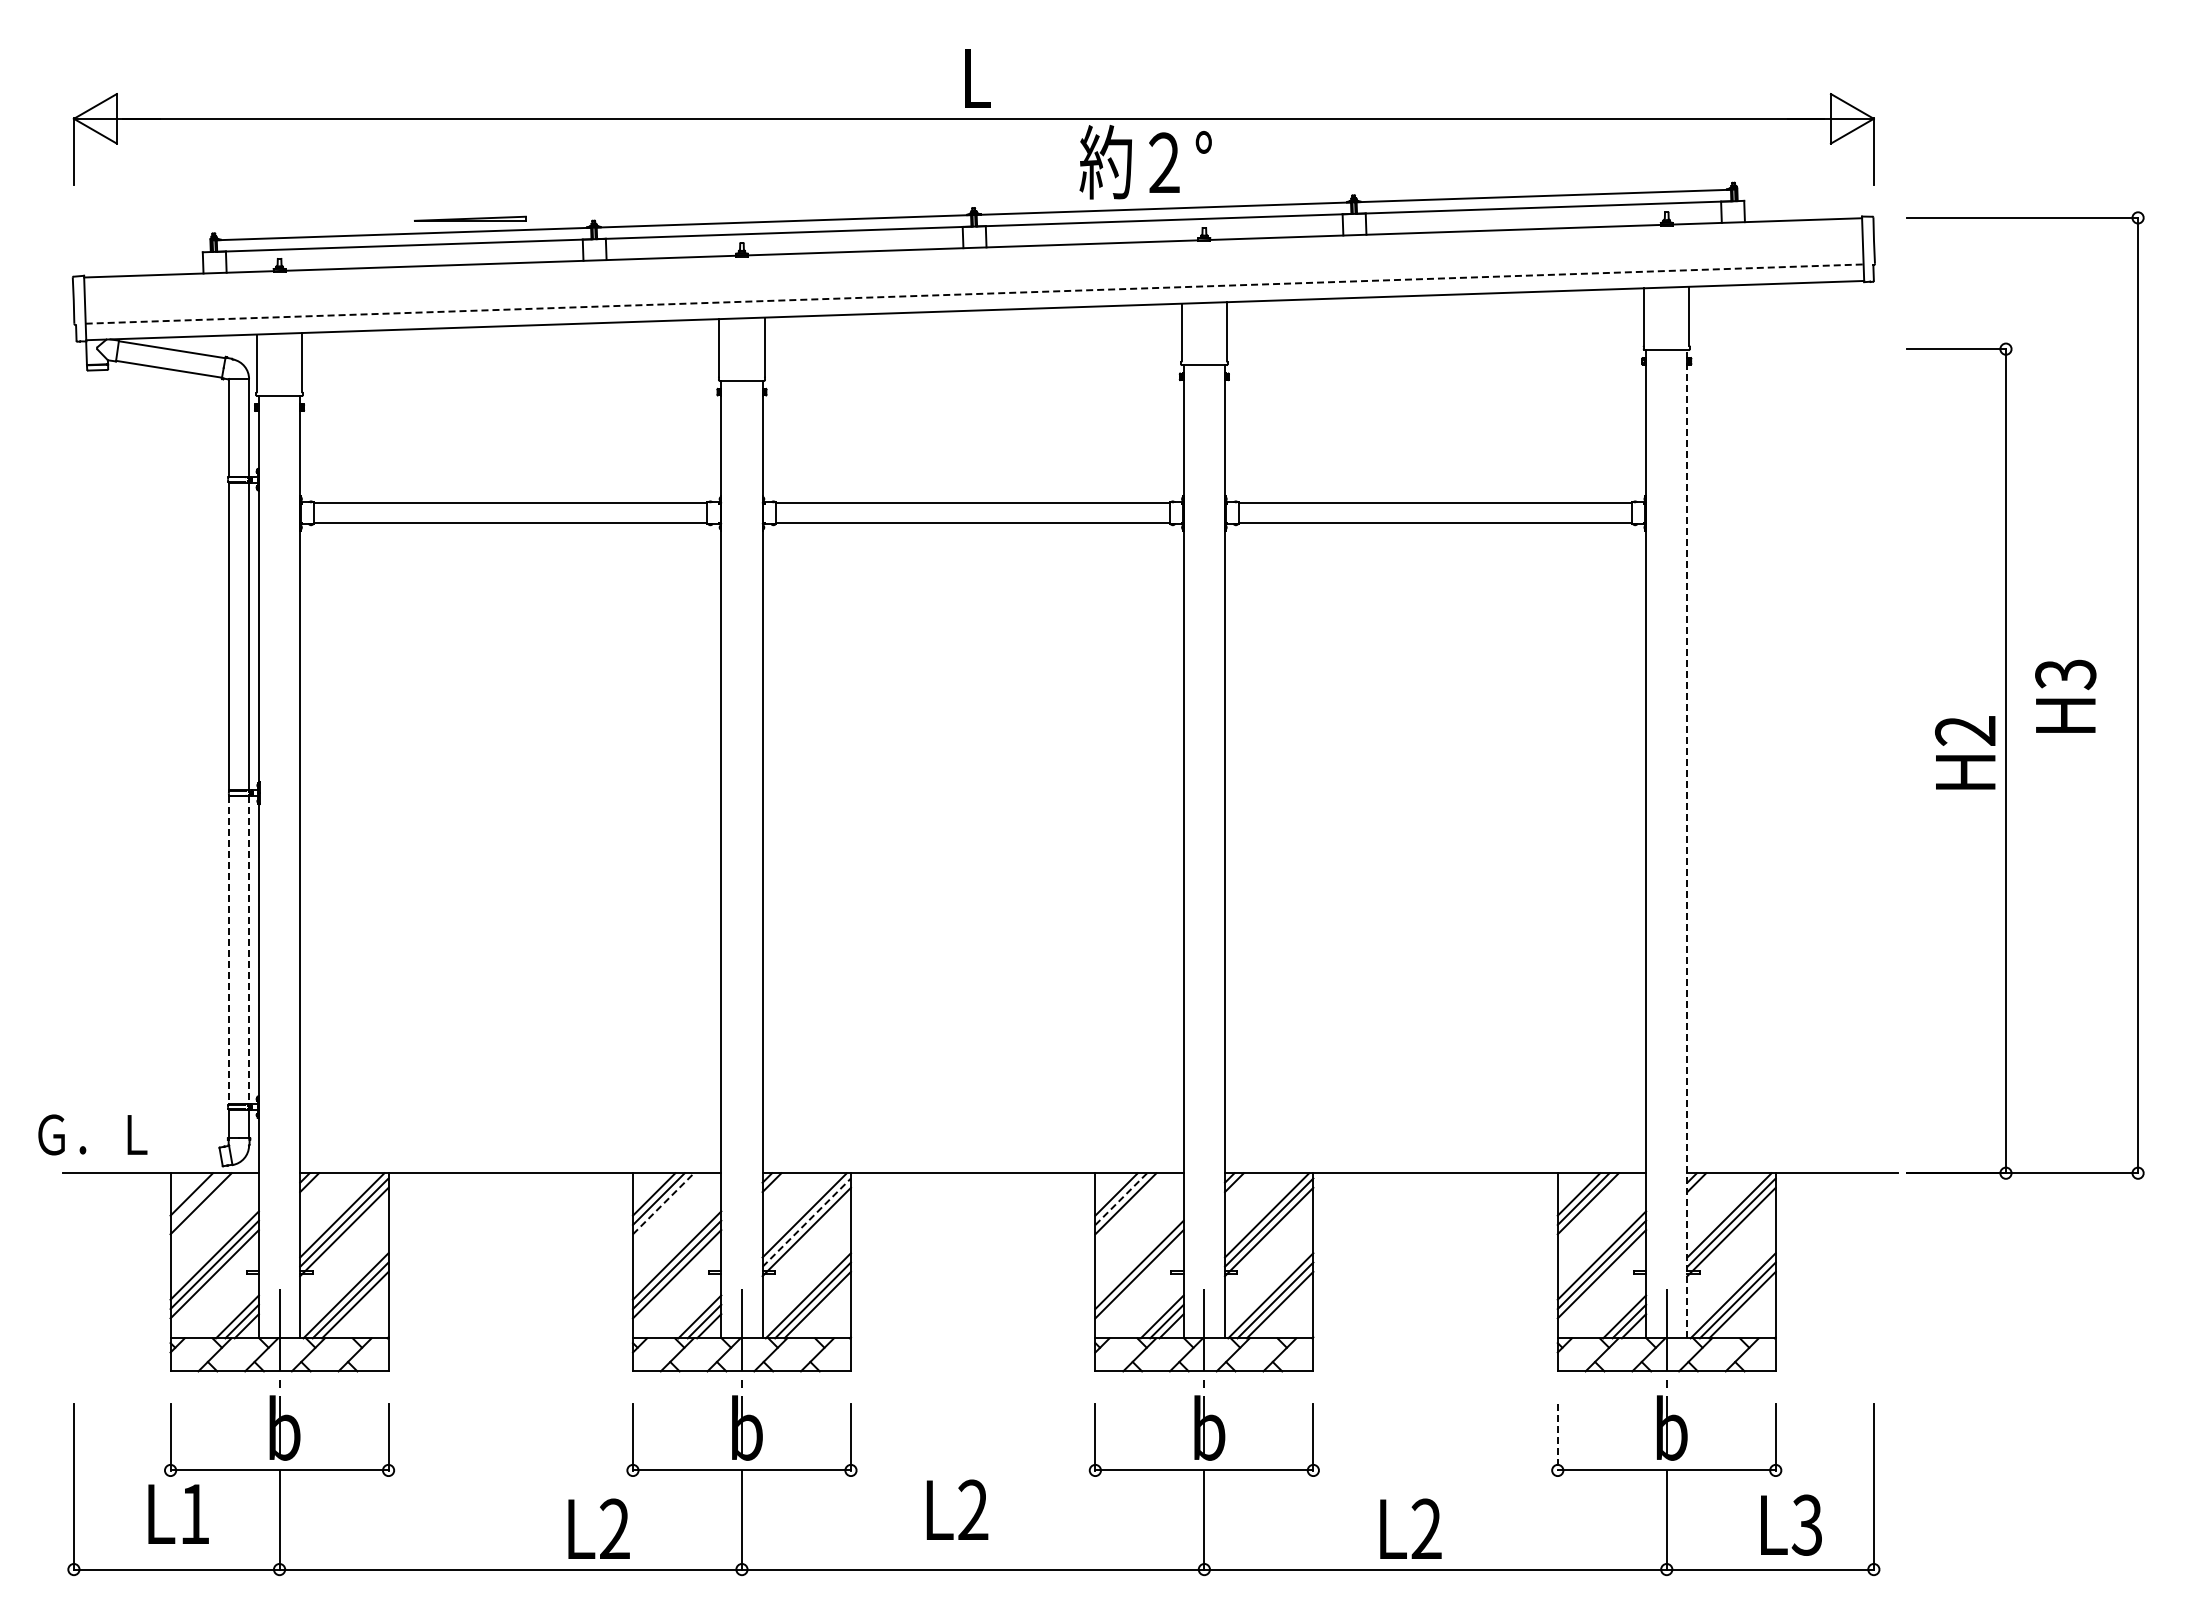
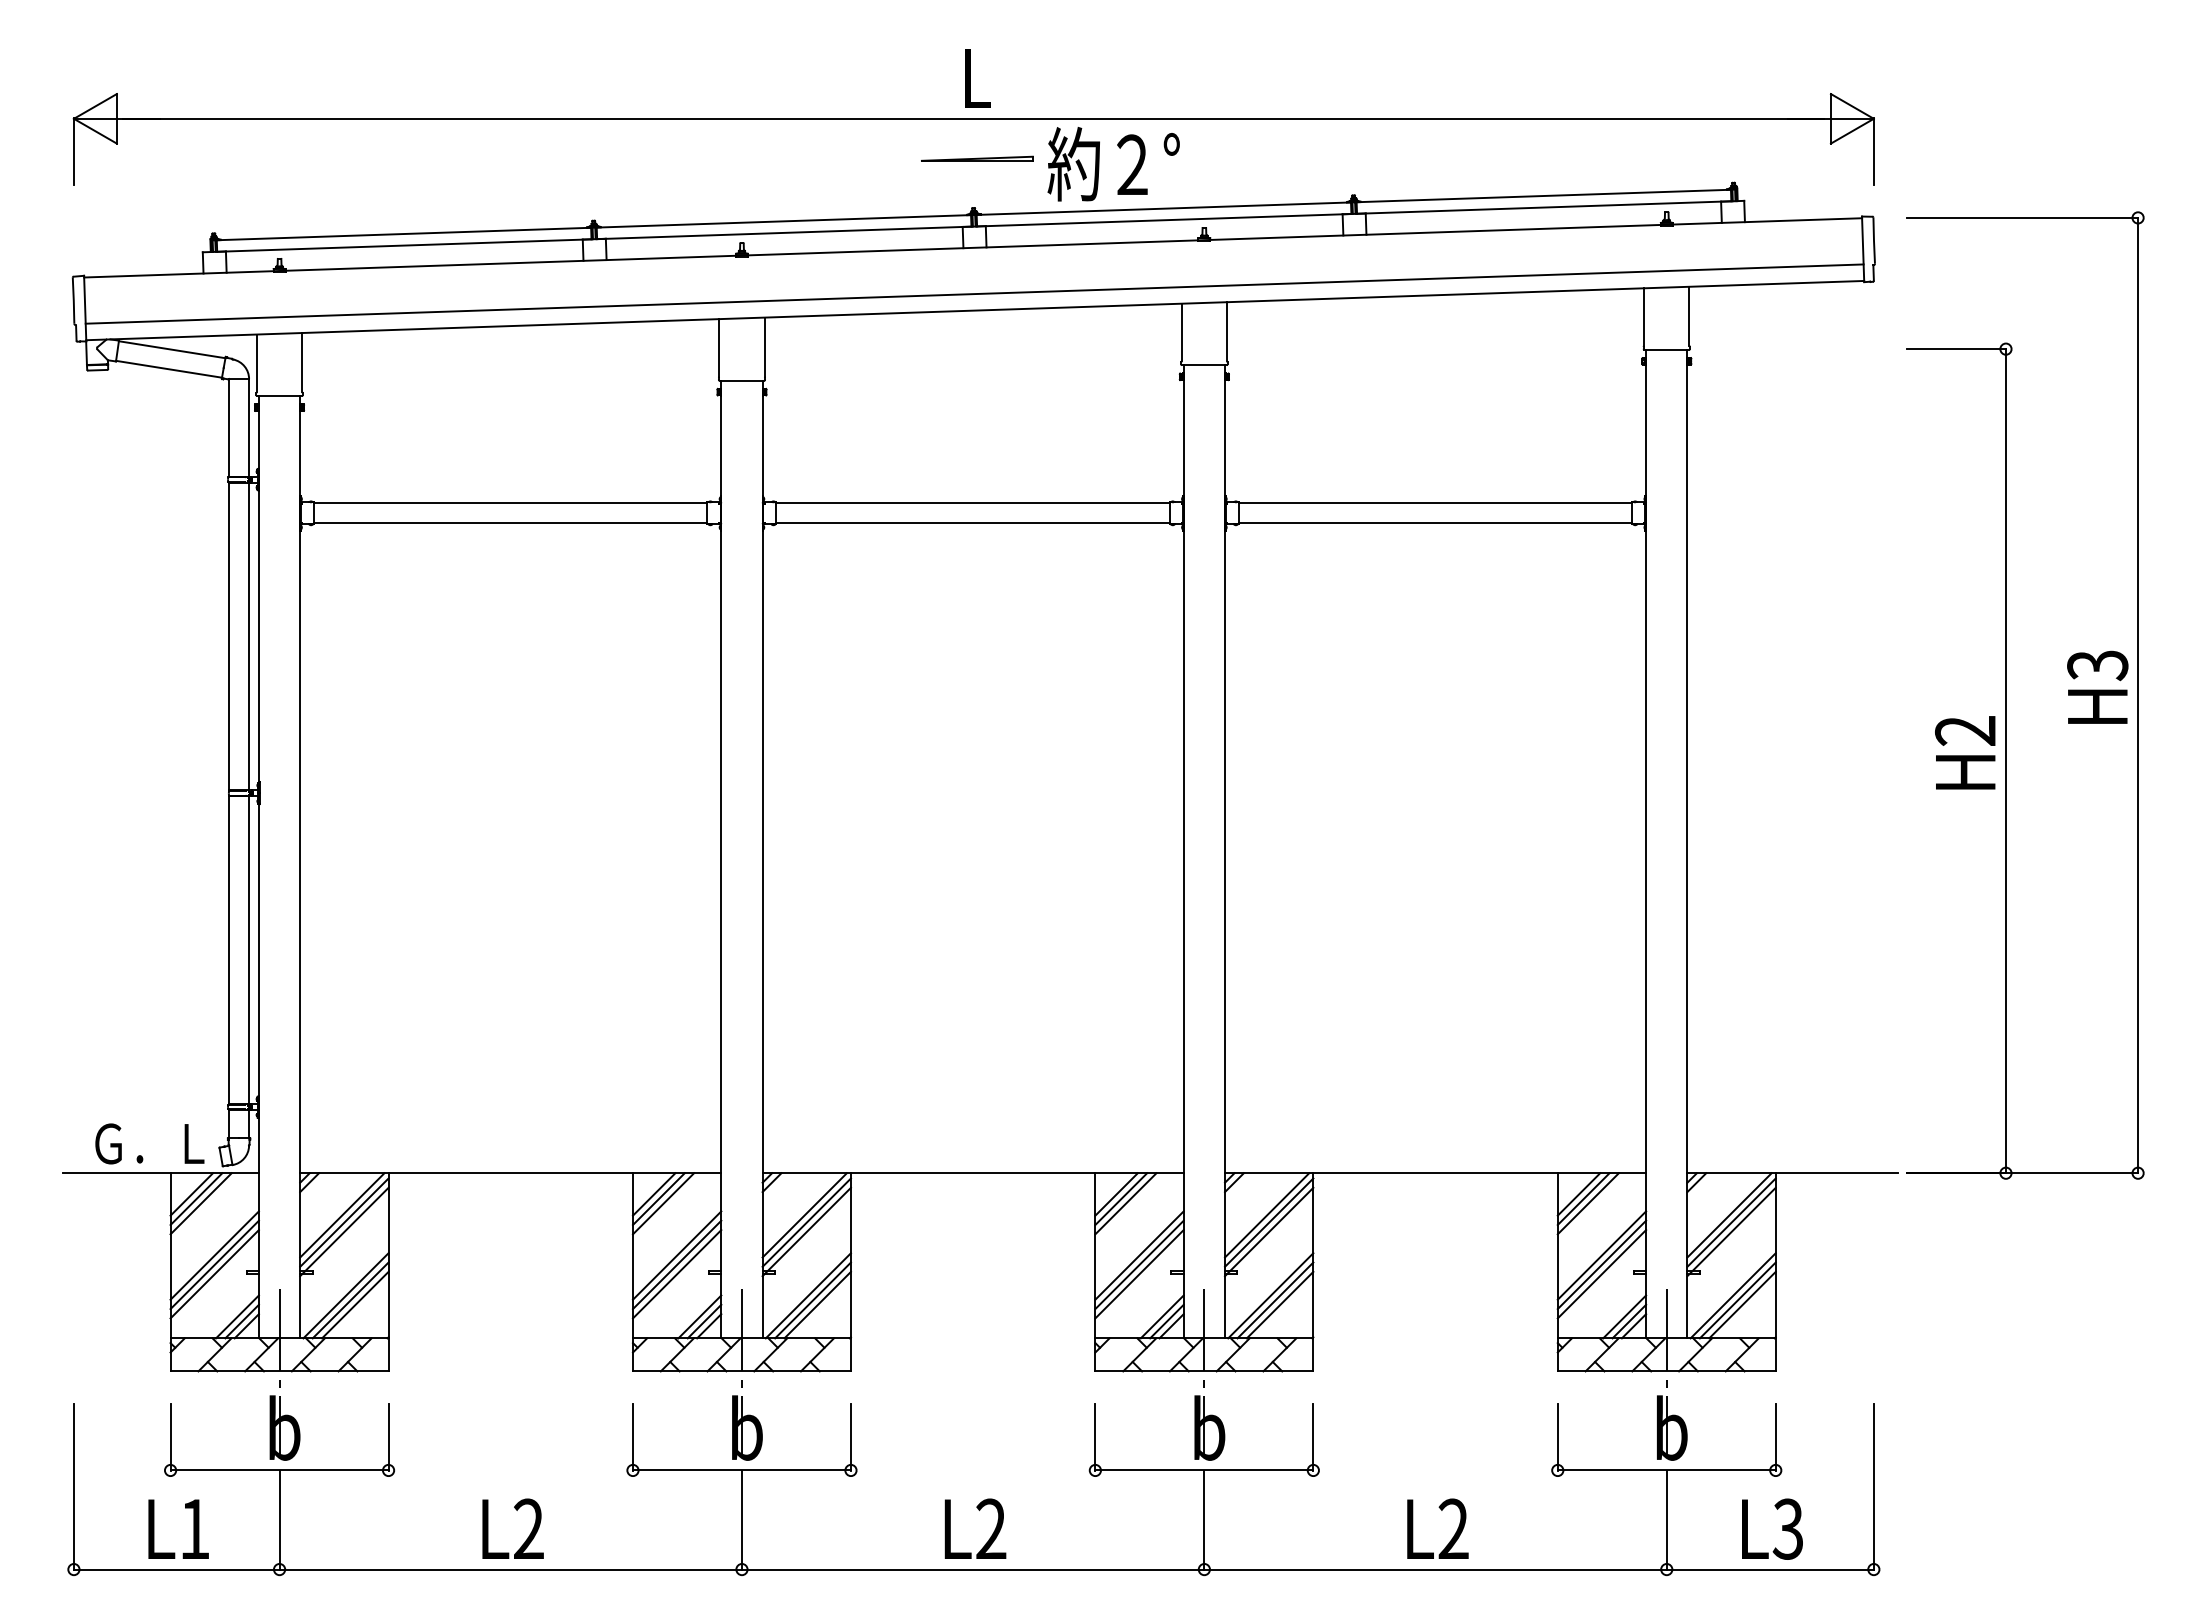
text at (1145, 162) position: (1145, 162) -> (1113, 164)
part at (470, 218) position: (470, 218) -> (977, 158)
line at (975, 294): dashed -> solid
text at (2065, 695) position: (2065, 695) -> (2097, 686)
line at (1687, 843): dashed -> solid
line at (229, 950): dashed -> solid
line at (249, 950): dashed -> solid
text at (92, 1134) position: (92, 1134) -> (149, 1143)
line at (196, 1199): none -> present
line at (1121, 1199): dashed -> solid
line at (663, 1203): dashed -> solid
line at (807, 1222): dashed -> solid
line at (1139, 1255): none -> present
line at (1557, 1438): dashed -> solid
text at (957, 1509) position: (957, 1509) -> (975, 1528)
text at (178, 1513) position: (178, 1513) -> (178, 1528)
text at (1791, 1524) position: (1791, 1524) -> (1772, 1528)
text at (598, 1528) position: (598, 1528) -> (512, 1528)
text at (1410, 1528) position: (1410, 1528) -> (1437, 1528)
